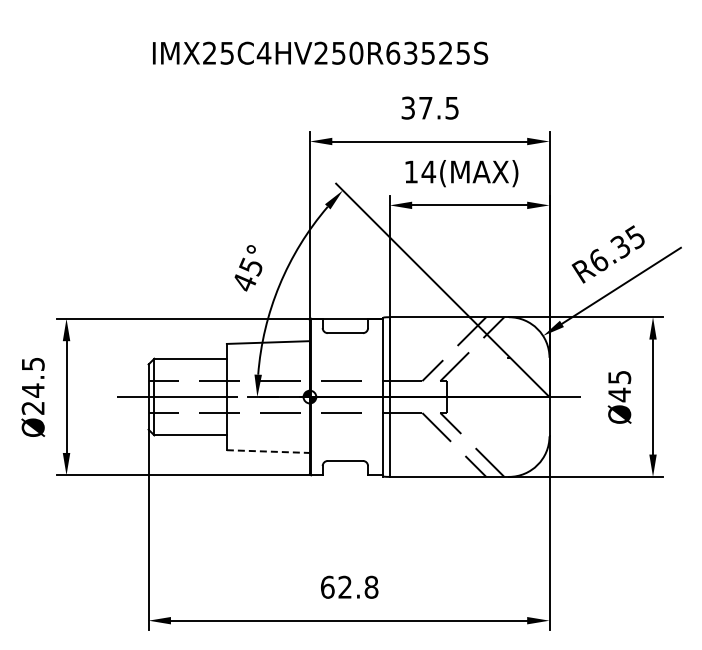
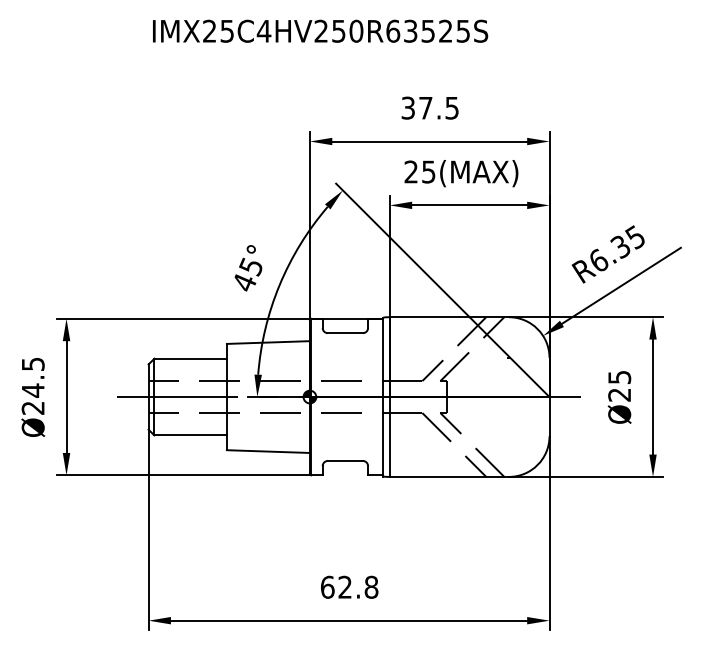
text at (320, 52) position: (320, 52) -> (320, 30)
text at (420, 171): 14(MAX) -> 25(MAX)
text at (619, 394): Ø45 -> Ø25
line at (268, 451): dashed -> solid
